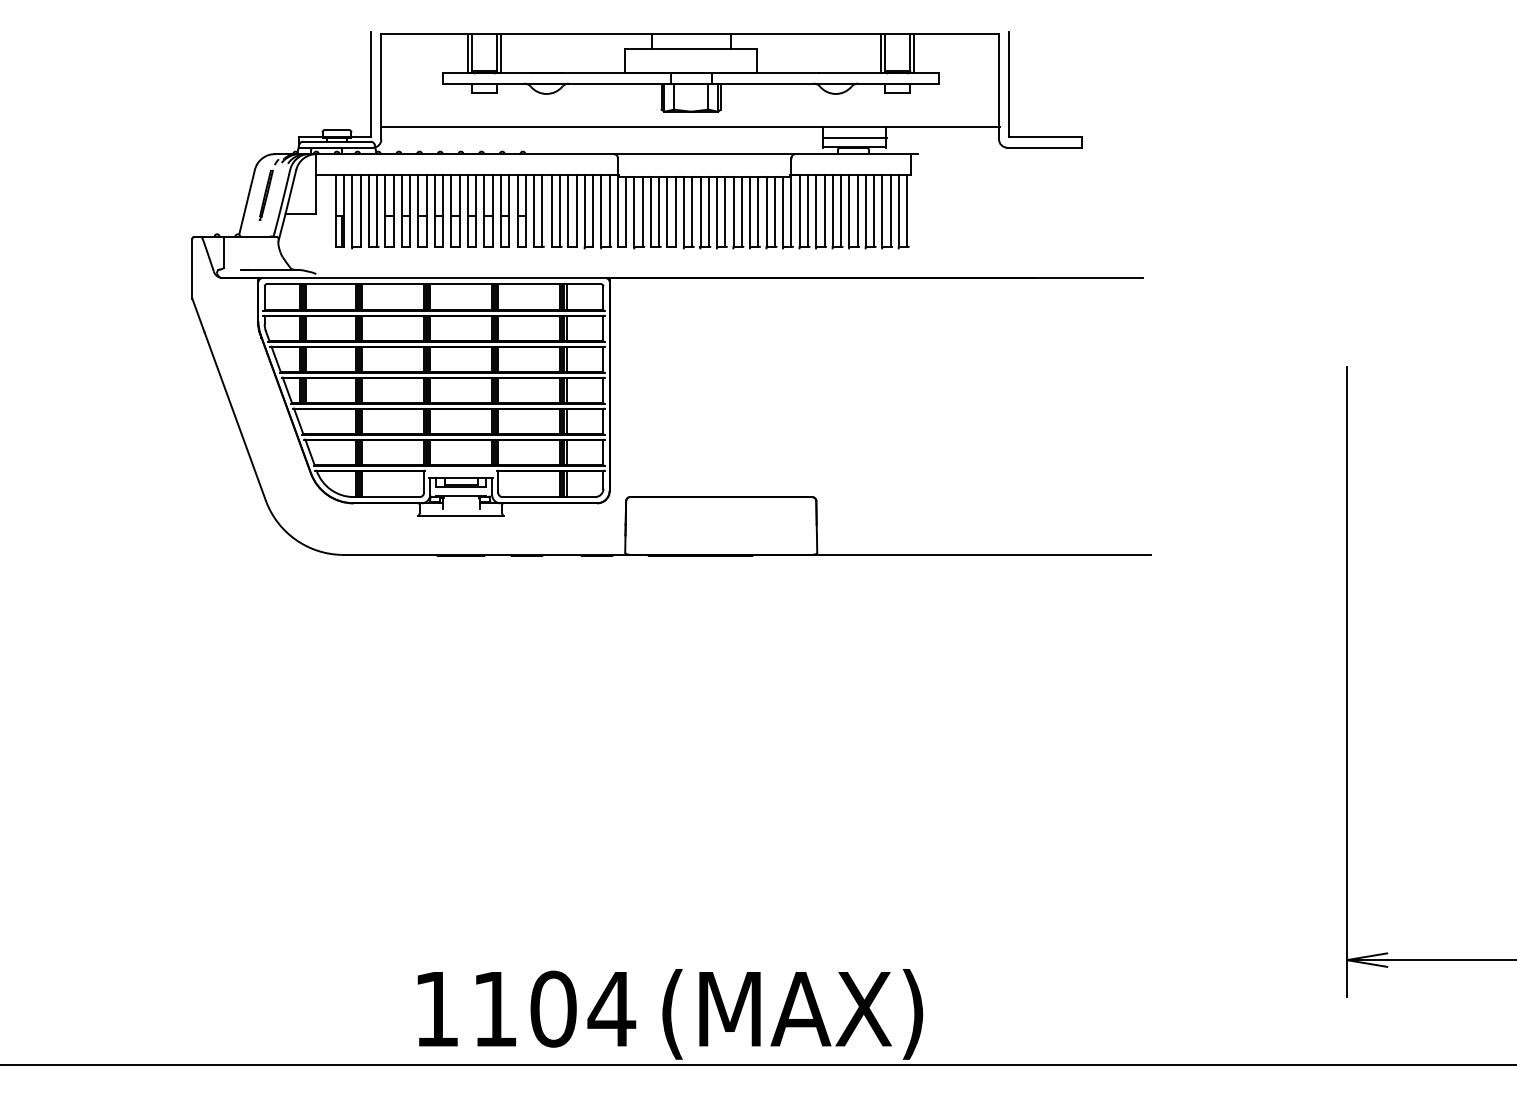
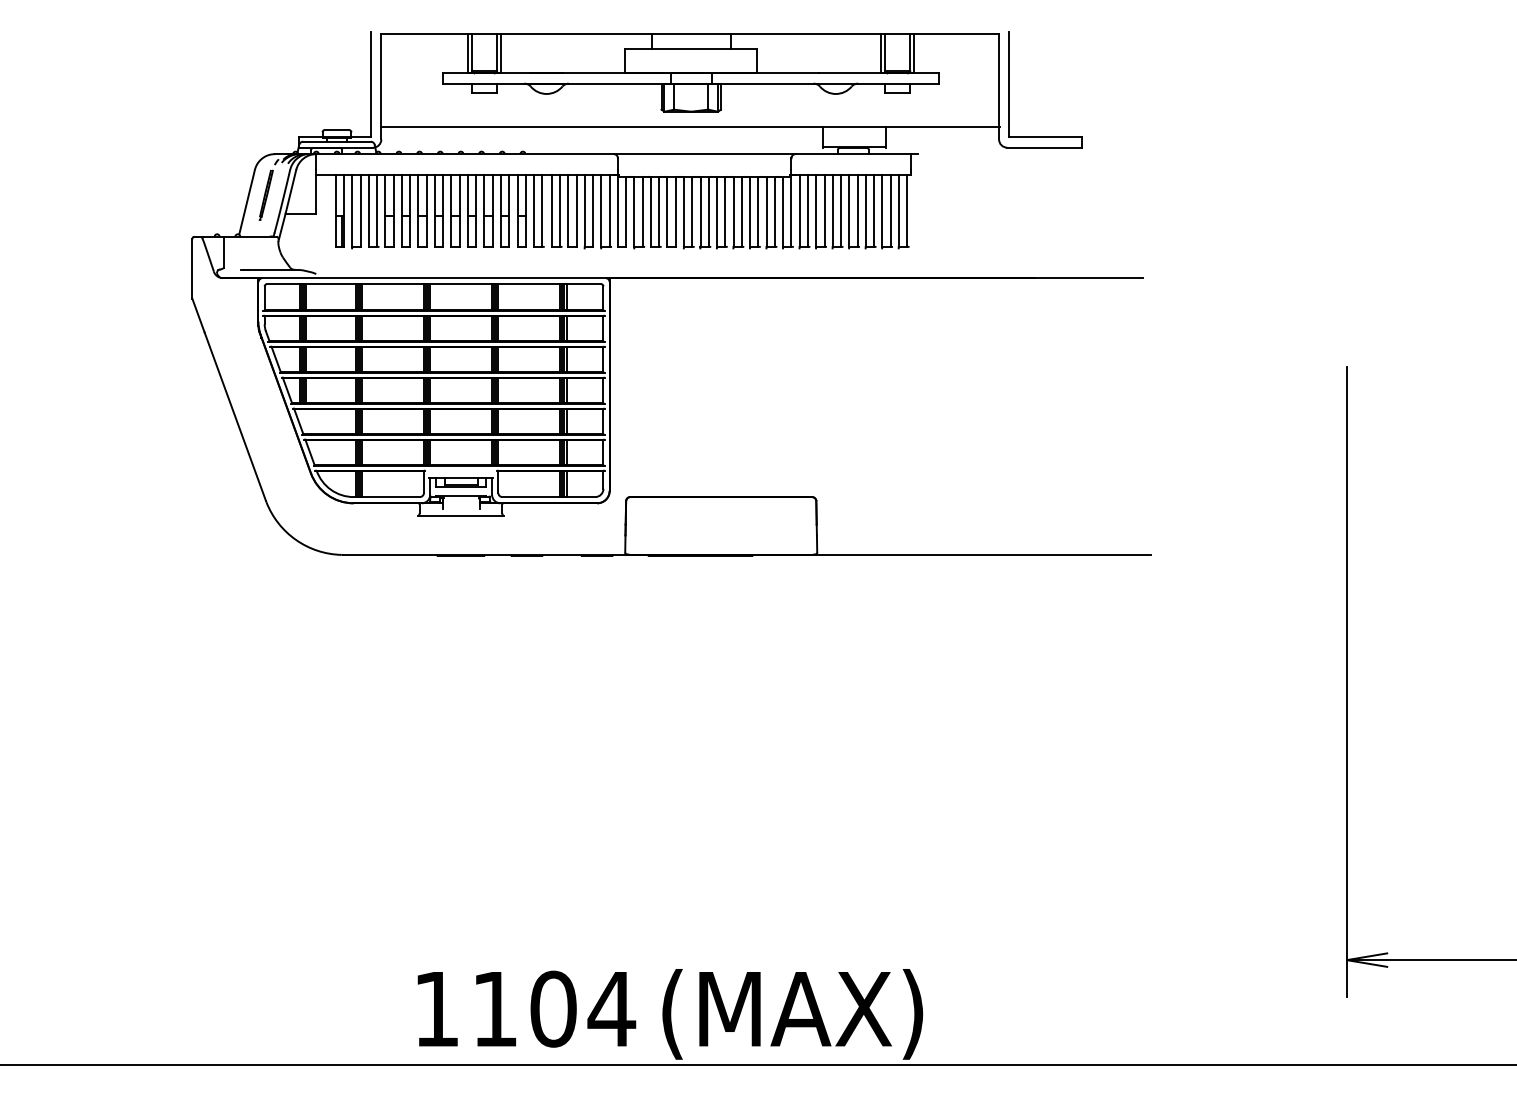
line at (855, 137): present -> none
